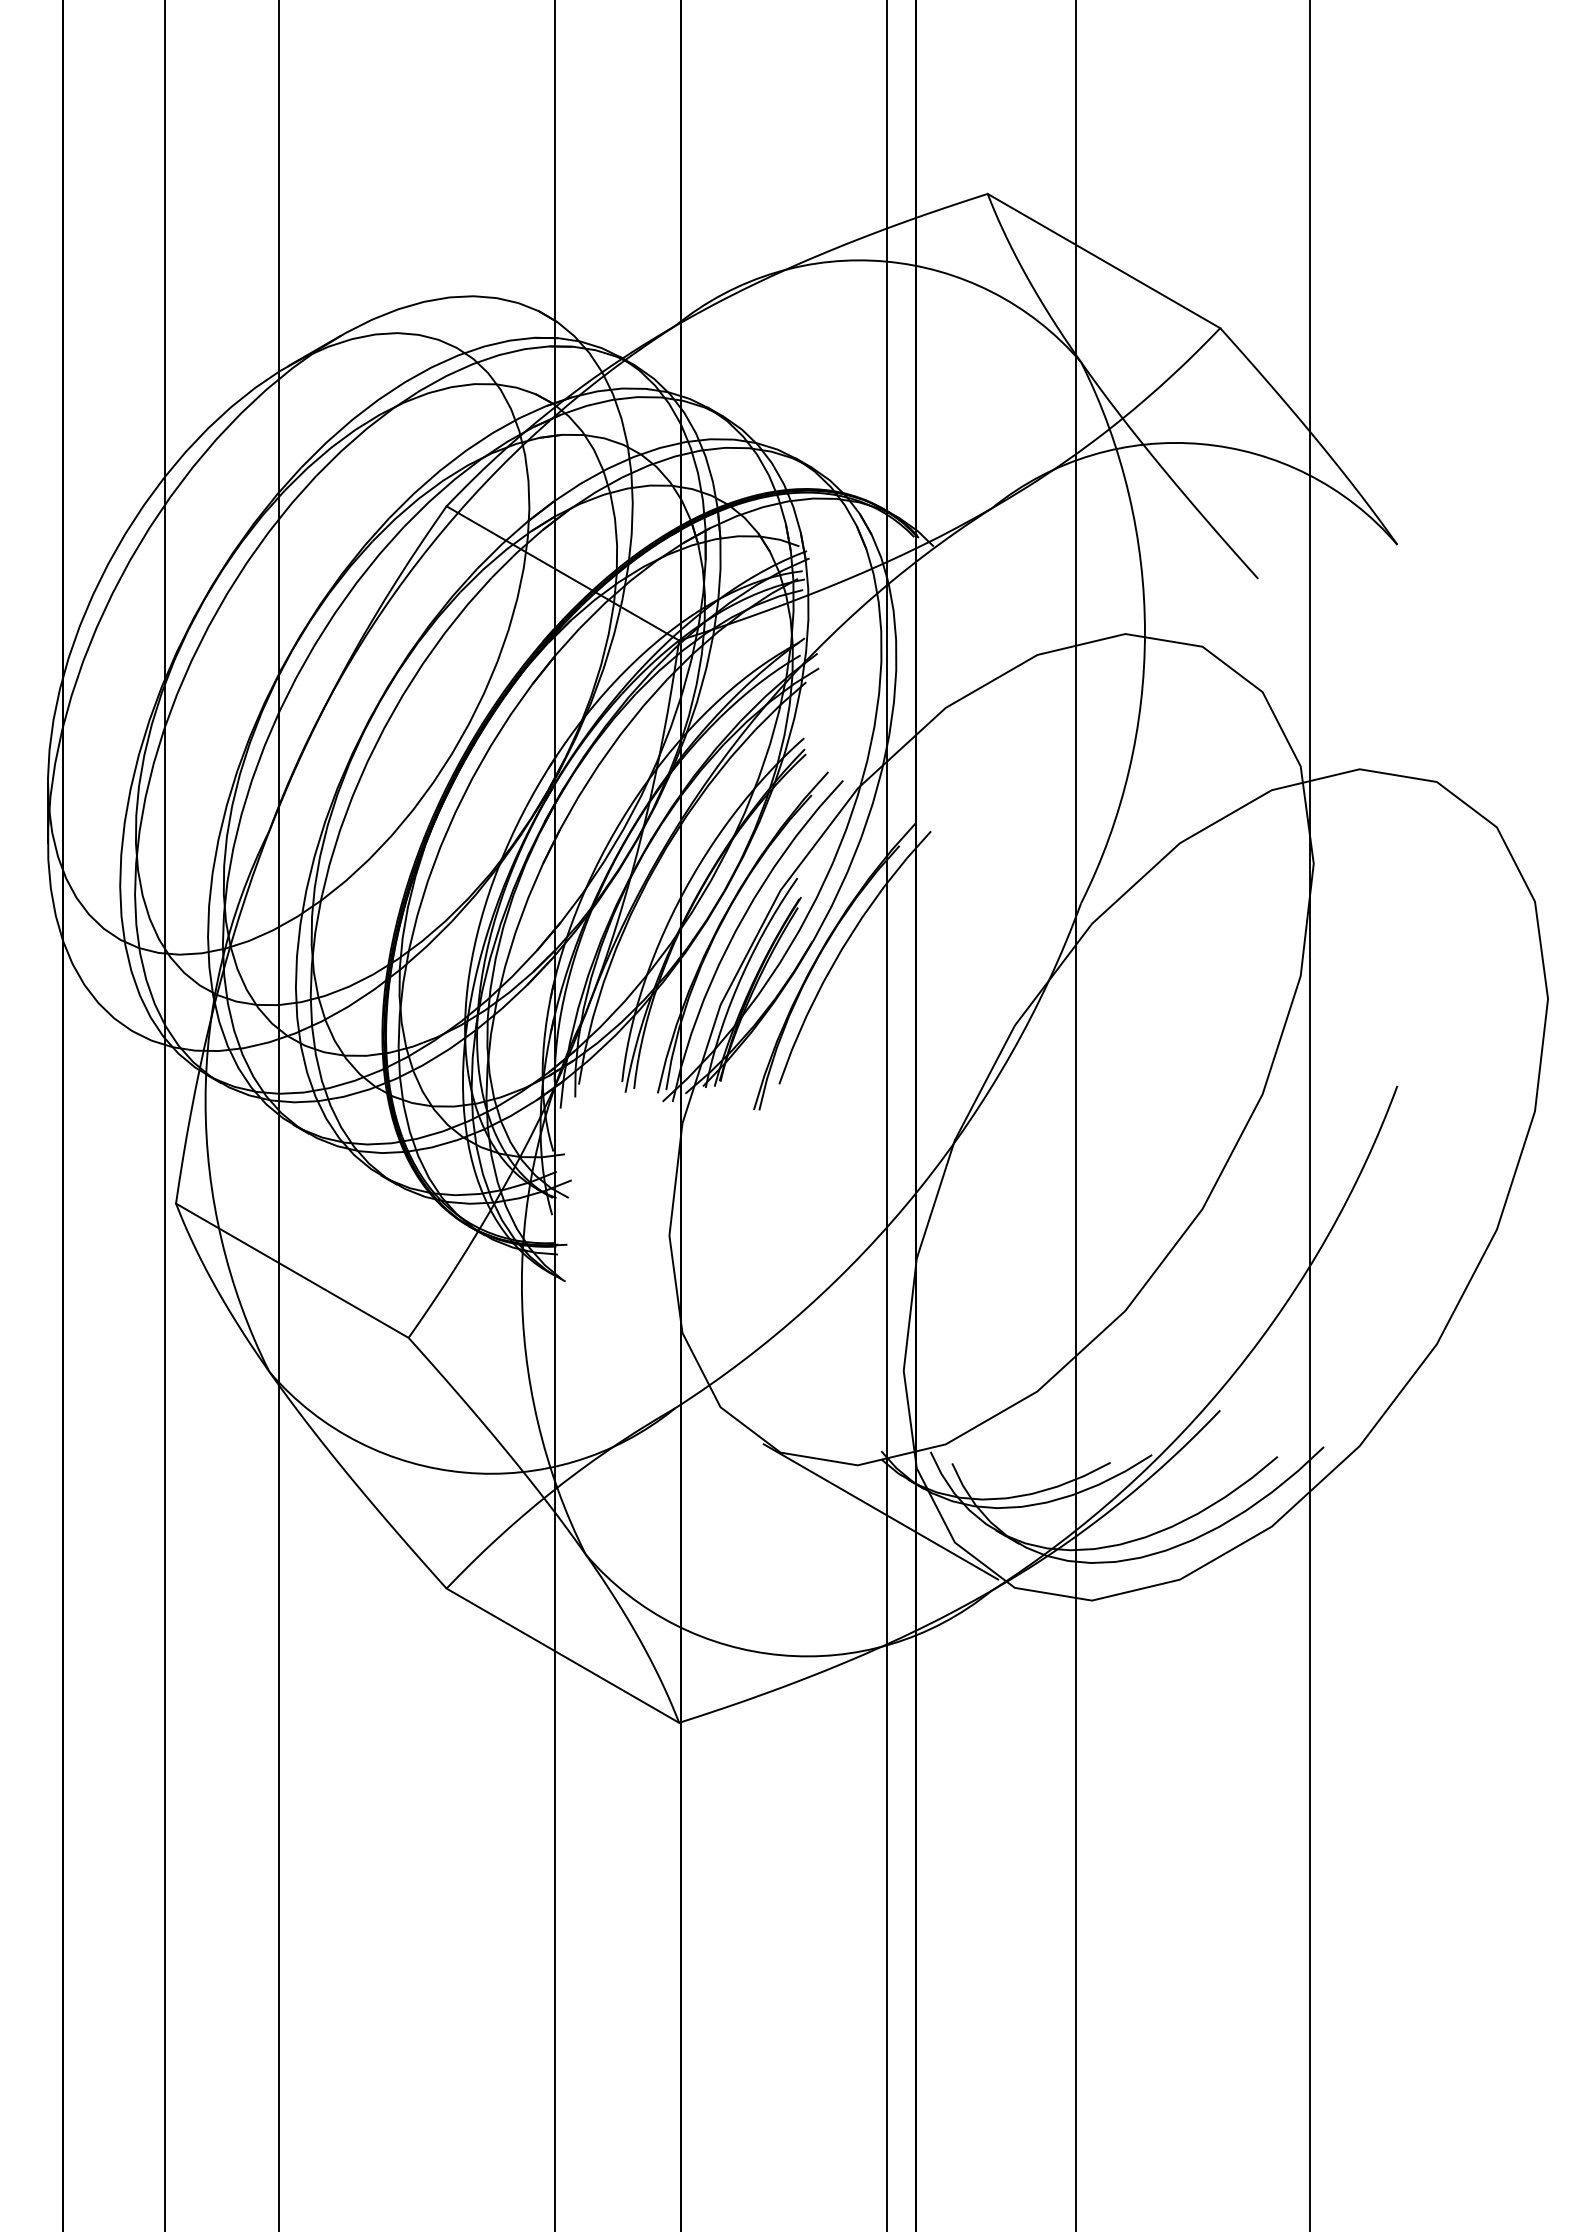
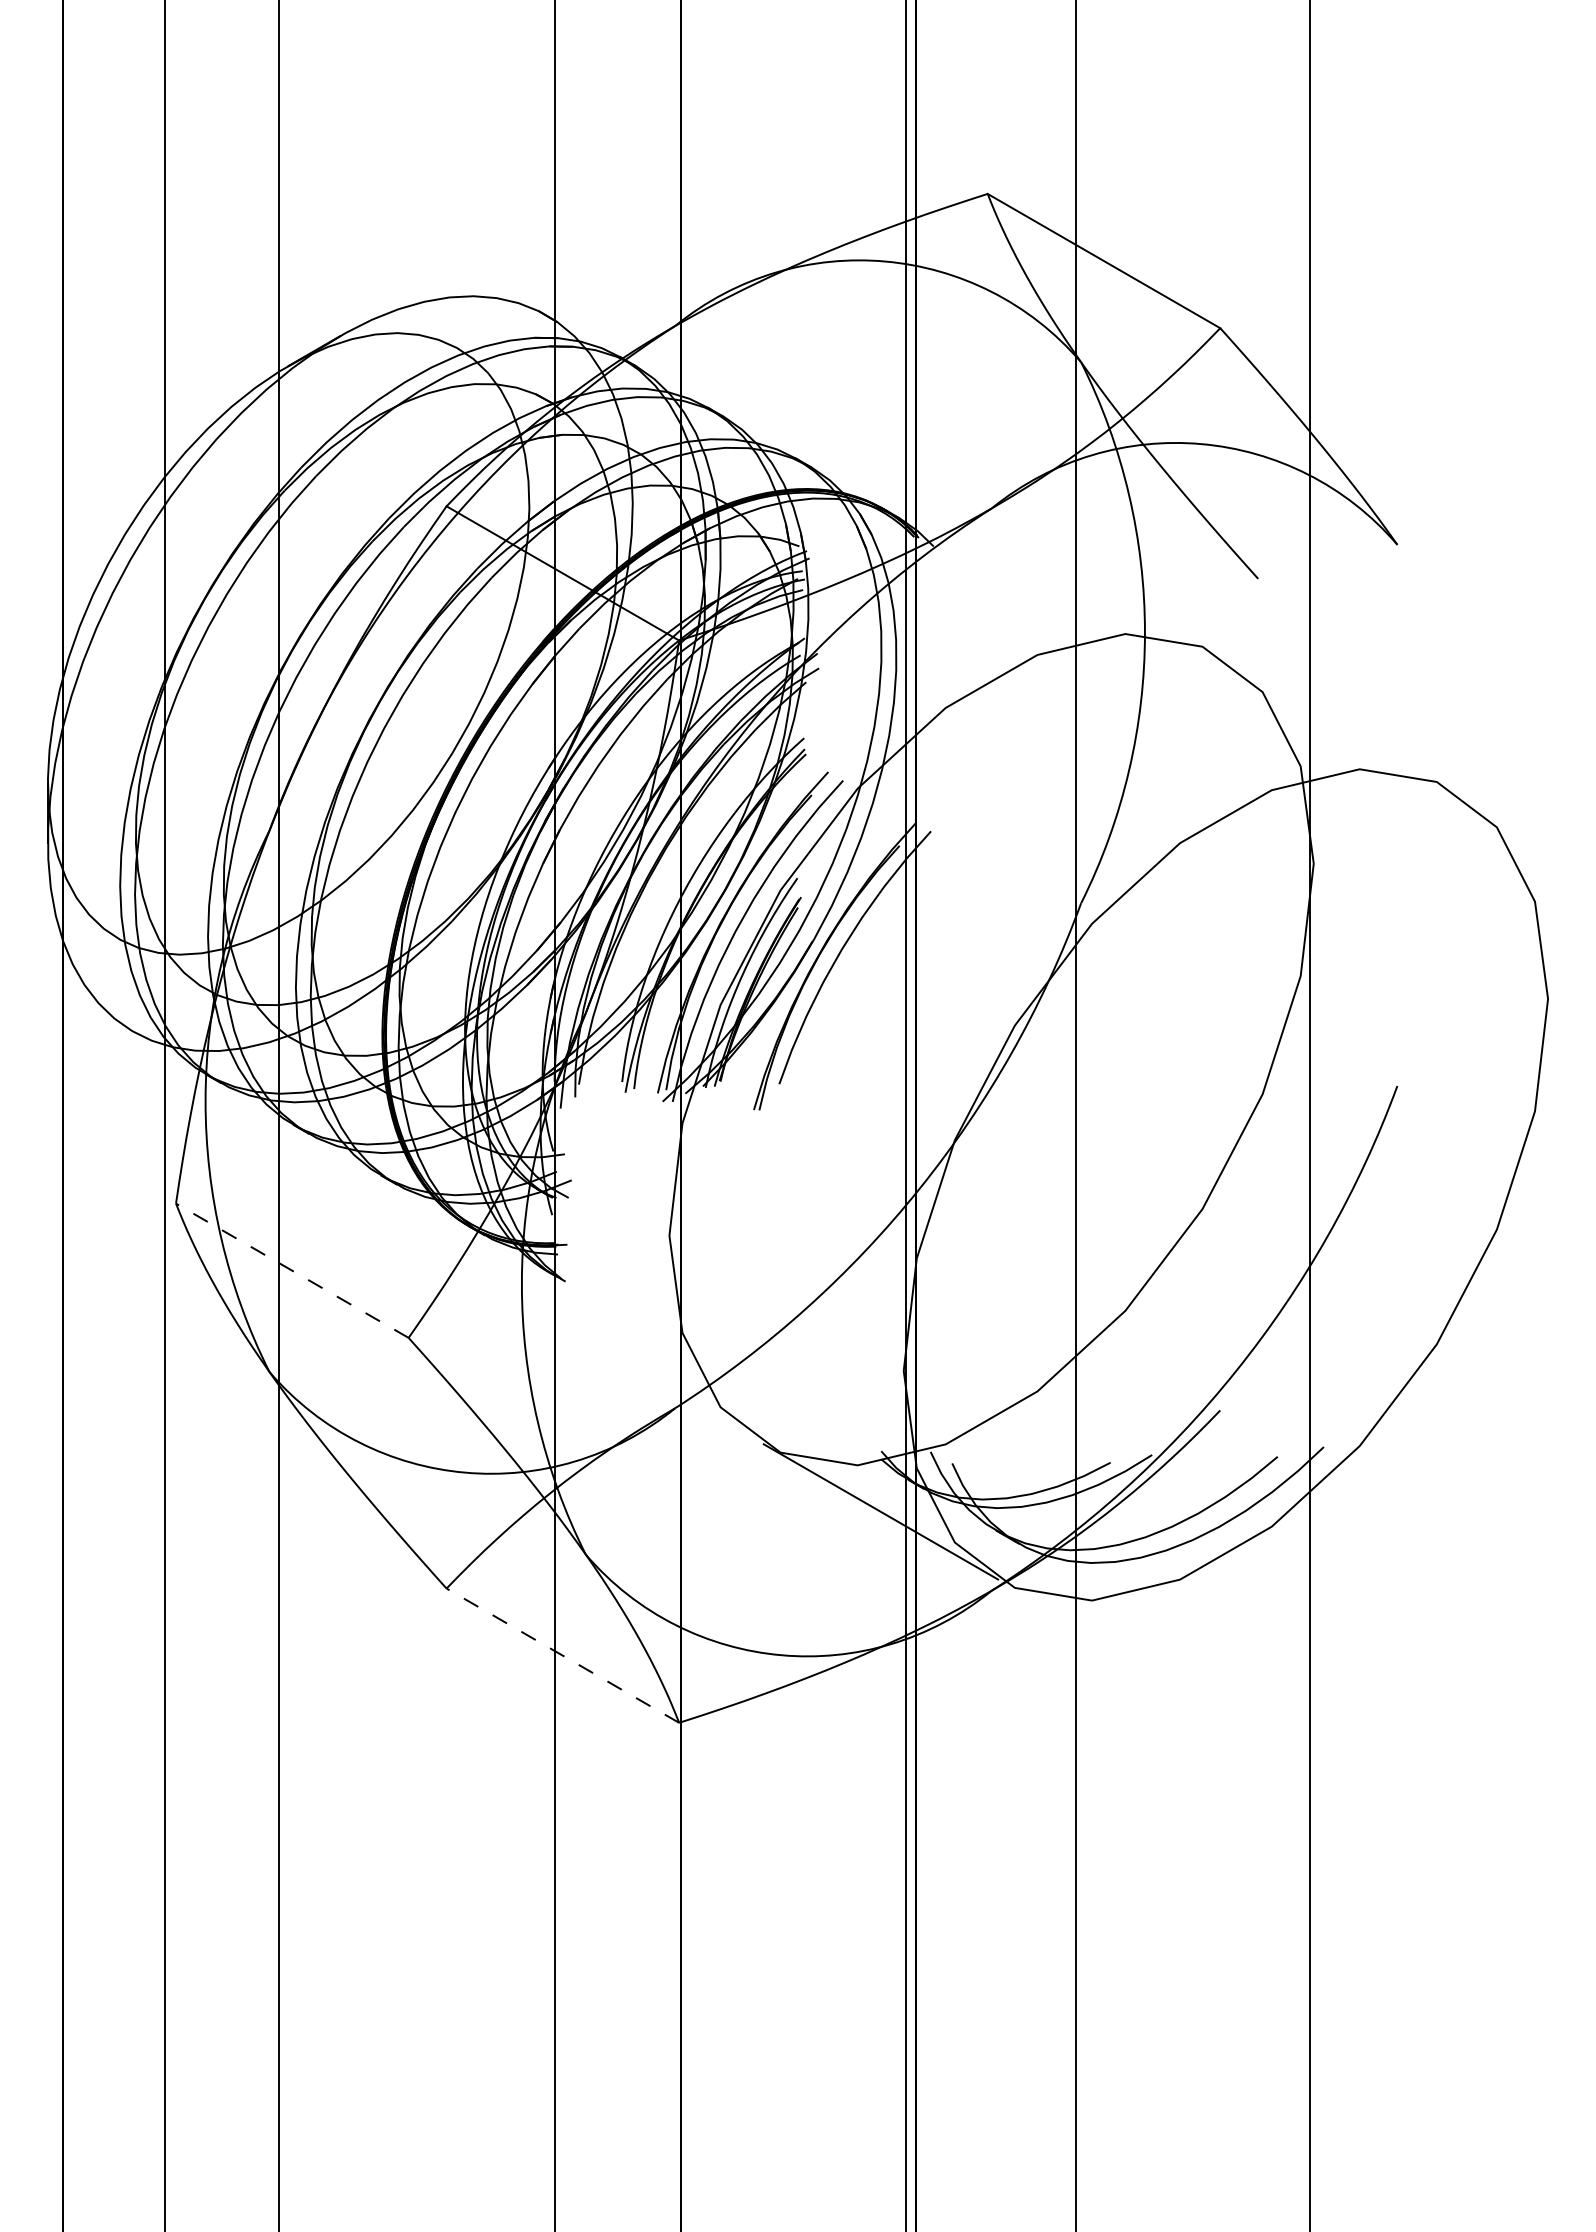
line at (886, 1115) position: (886, 1115) -> (905, 1115)
line at (291, 1270): solid -> dashed
line at (562, 1655): solid -> dashed
